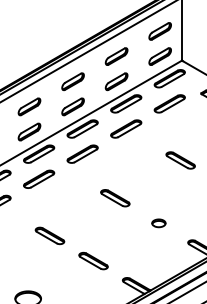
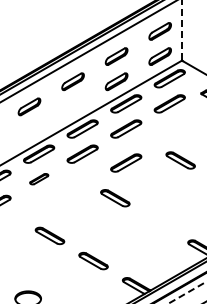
line at (181, 30): solid -> dashed
part at (72, 106): present -> none
part at (29, 131): present -> none
part at (126, 162): none -> present
part at (39, 178) size: 33x20 px -> 21x13 px
part at (158, 223): present -> none
line at (187, 292): solid -> dashed
